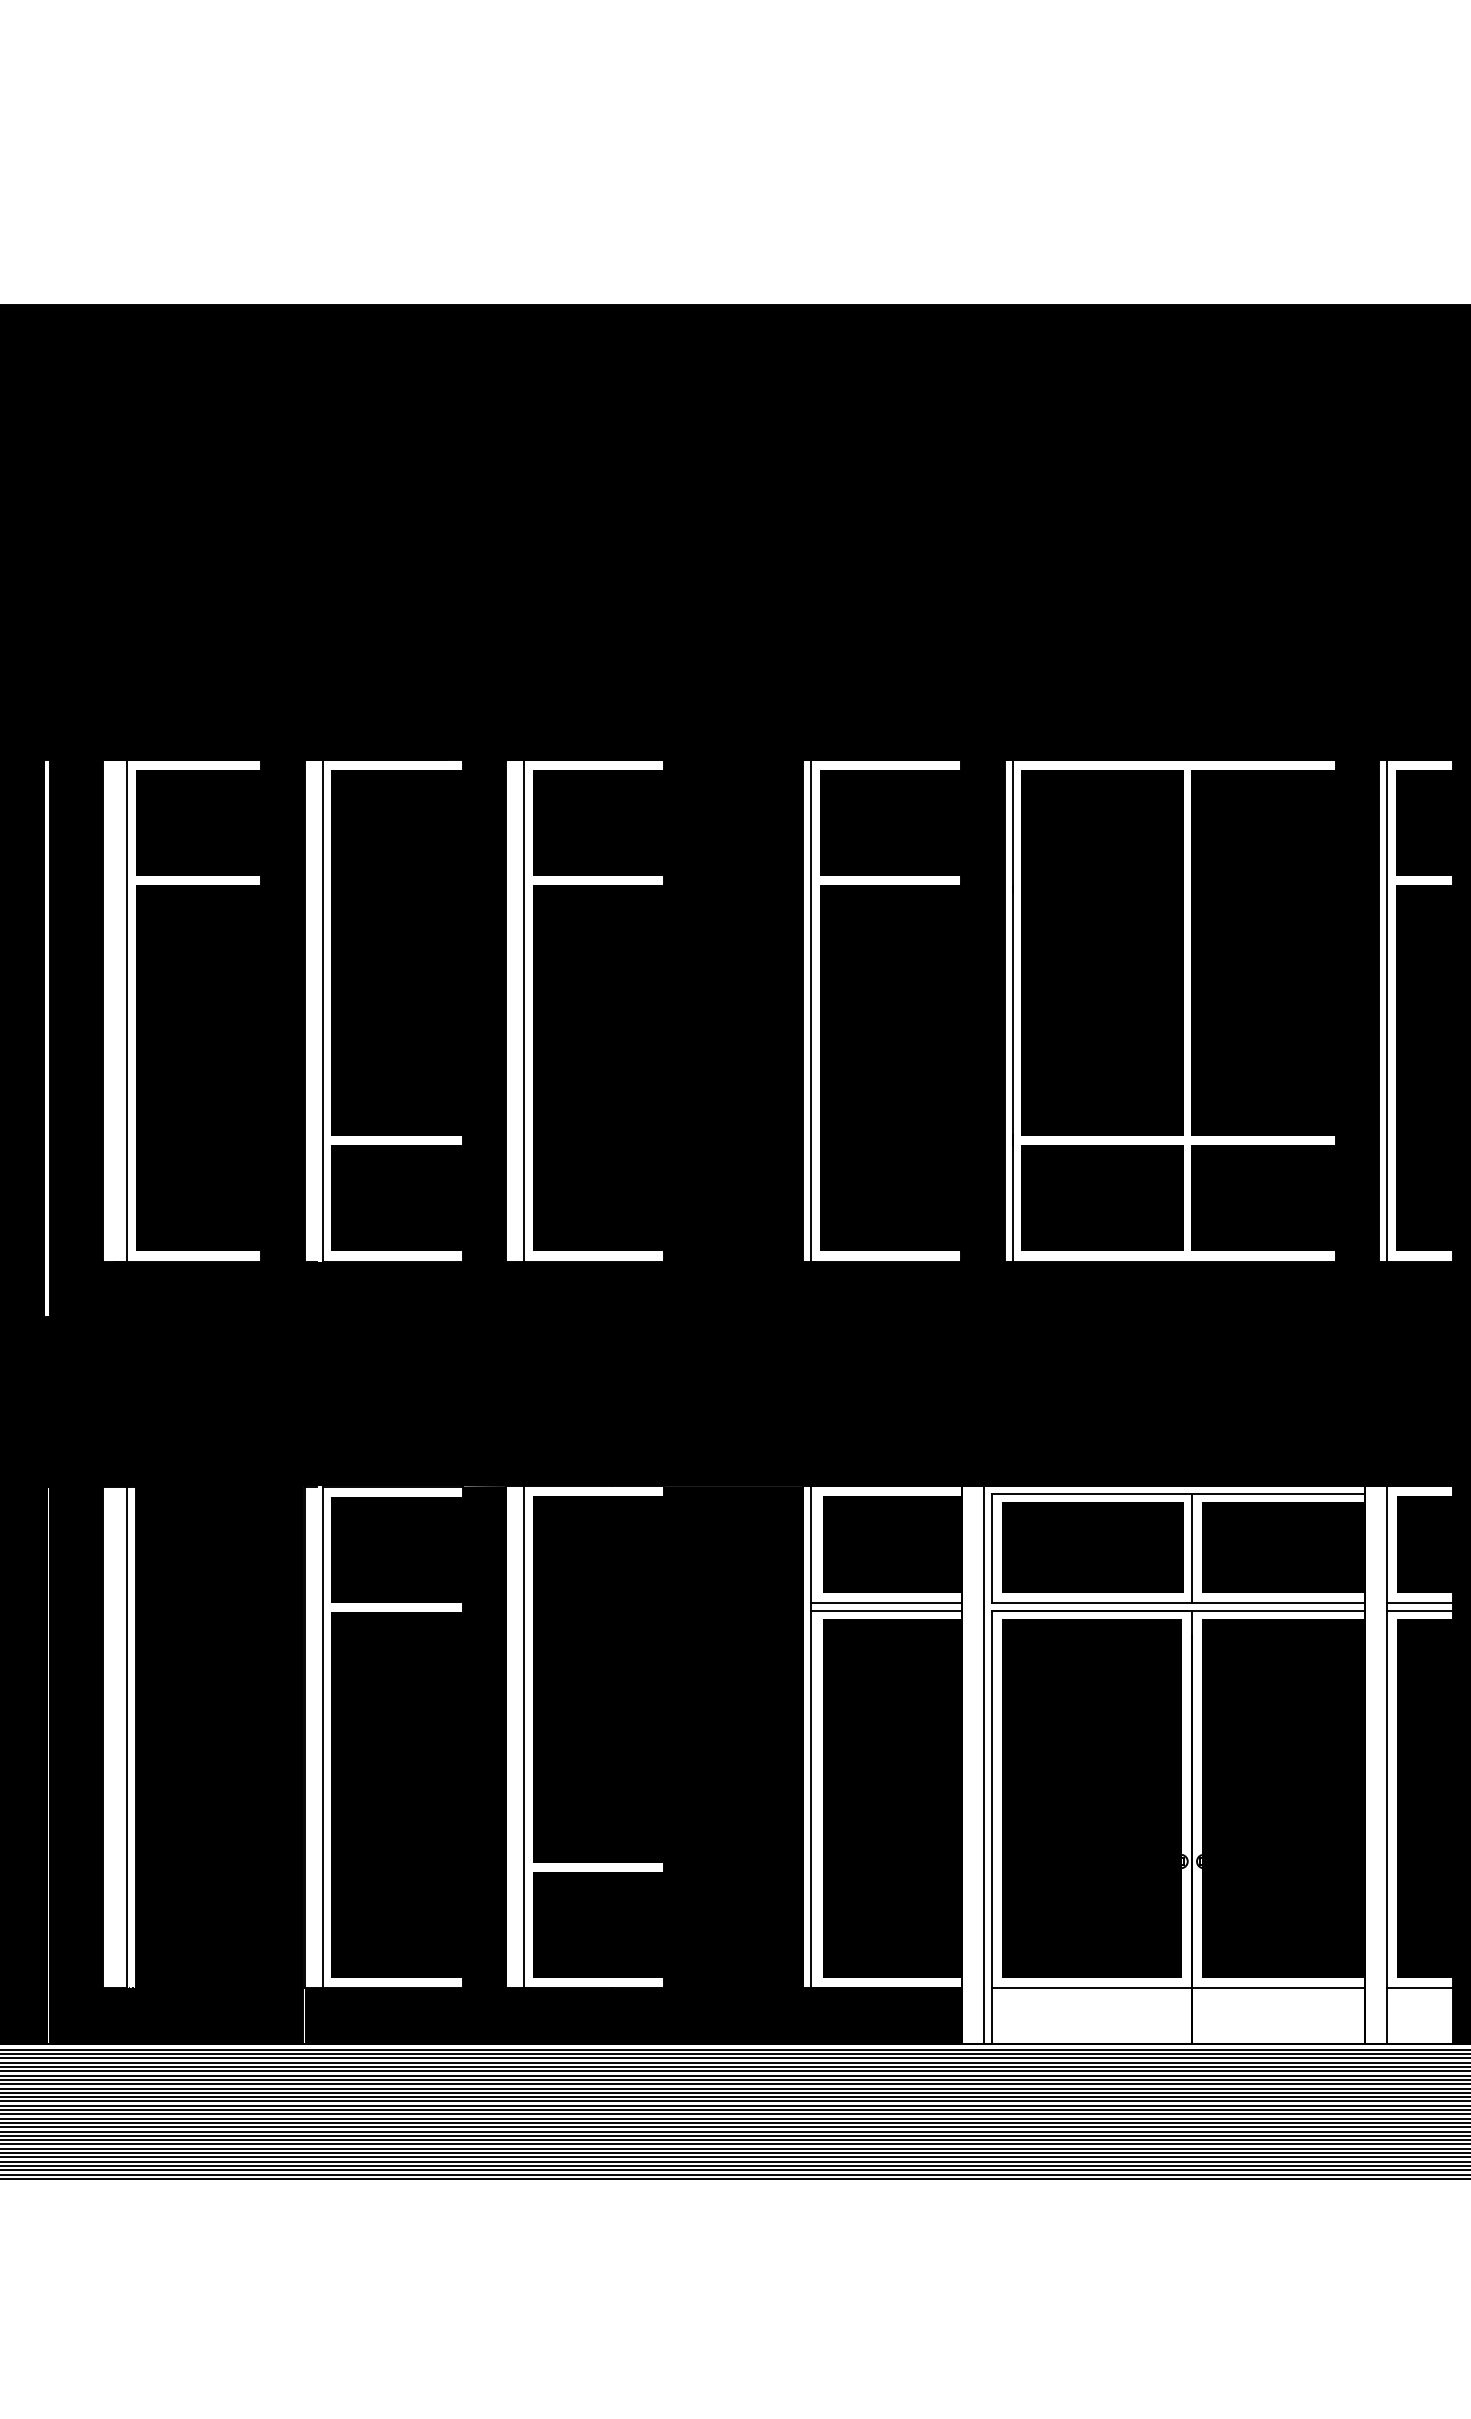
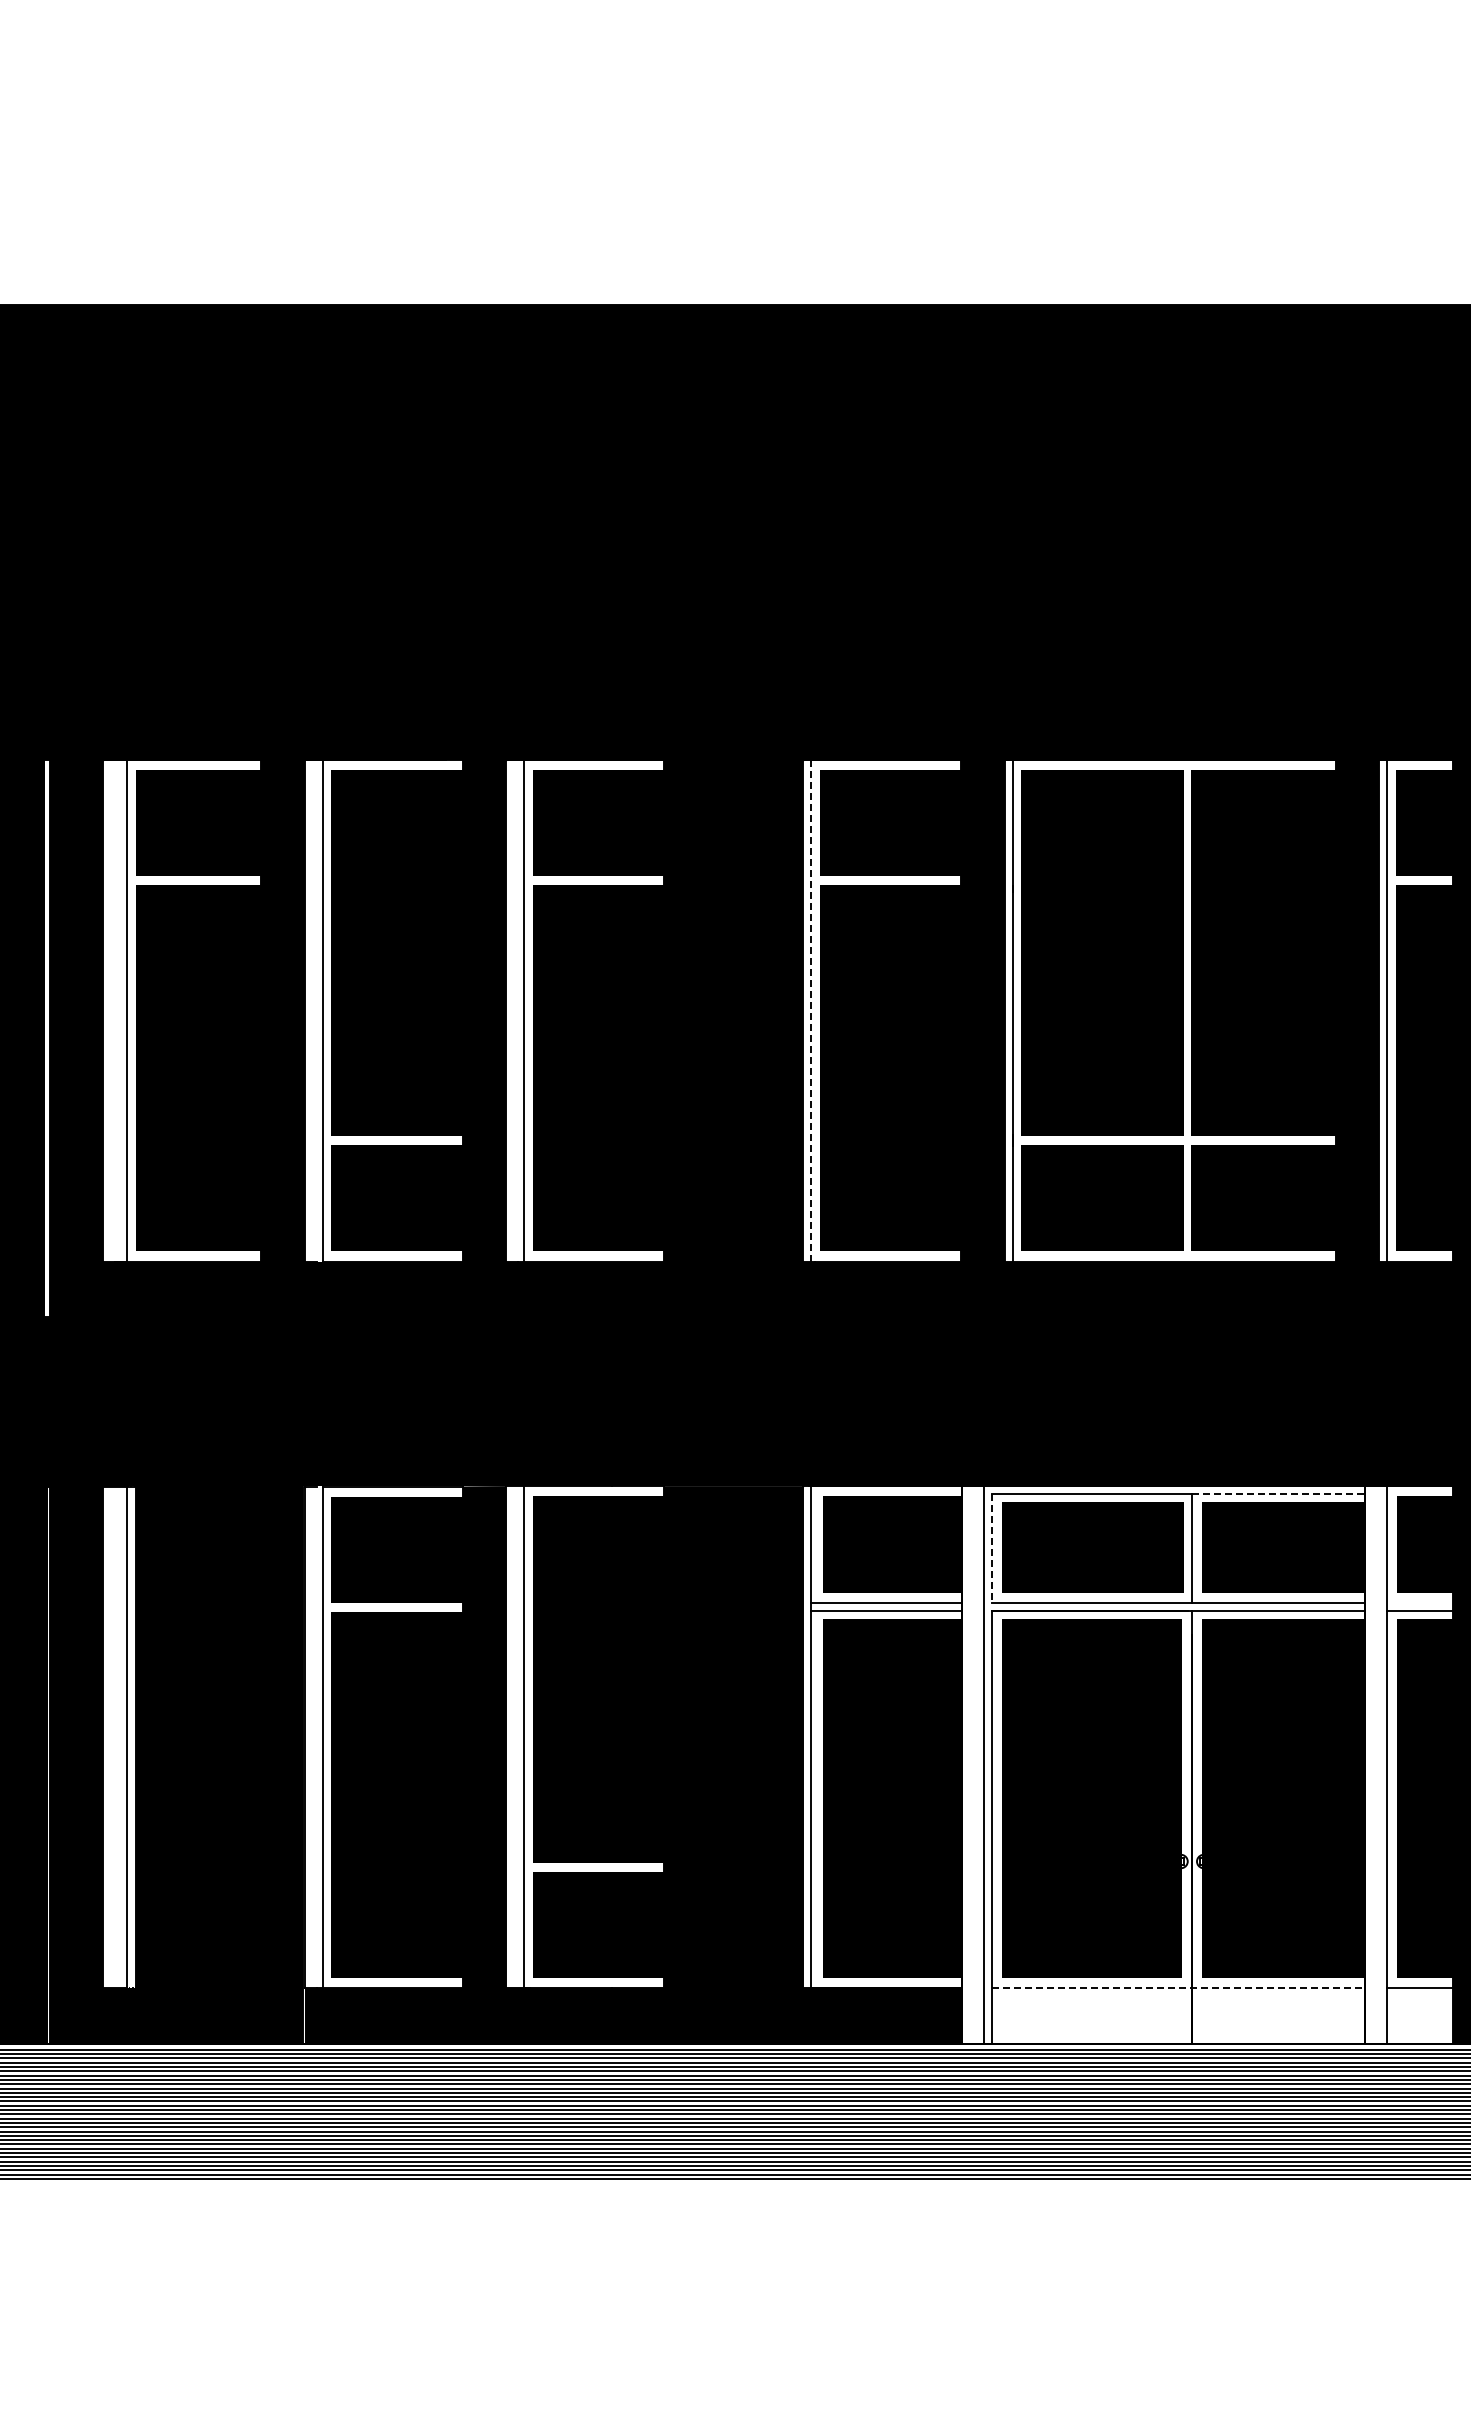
line at (811, 1010): solid -> dashed
line at (1278, 1493): solid -> dashed
line at (991, 1548): solid -> dashed
line at (1419, 1603): present -> none
line at (1178, 1987): solid -> dashed
